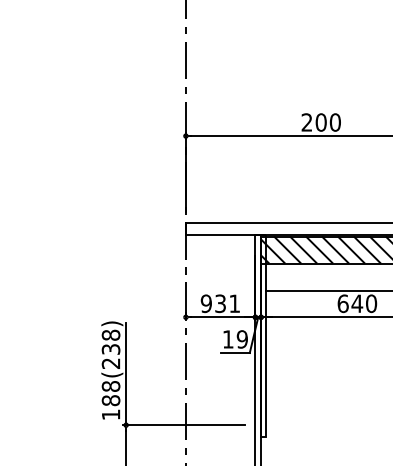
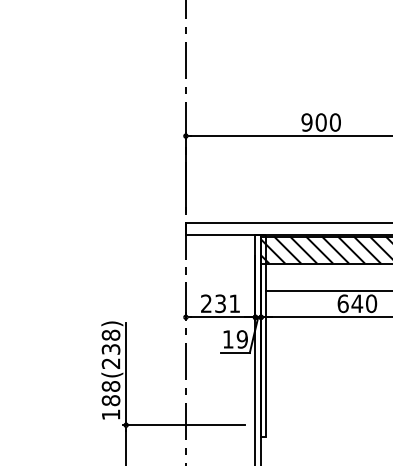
text at (306, 122): 200 -> 900
text at (205, 303): 931 -> 231
